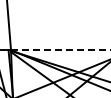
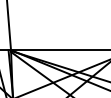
line at (60, 50): dashed -> solid
